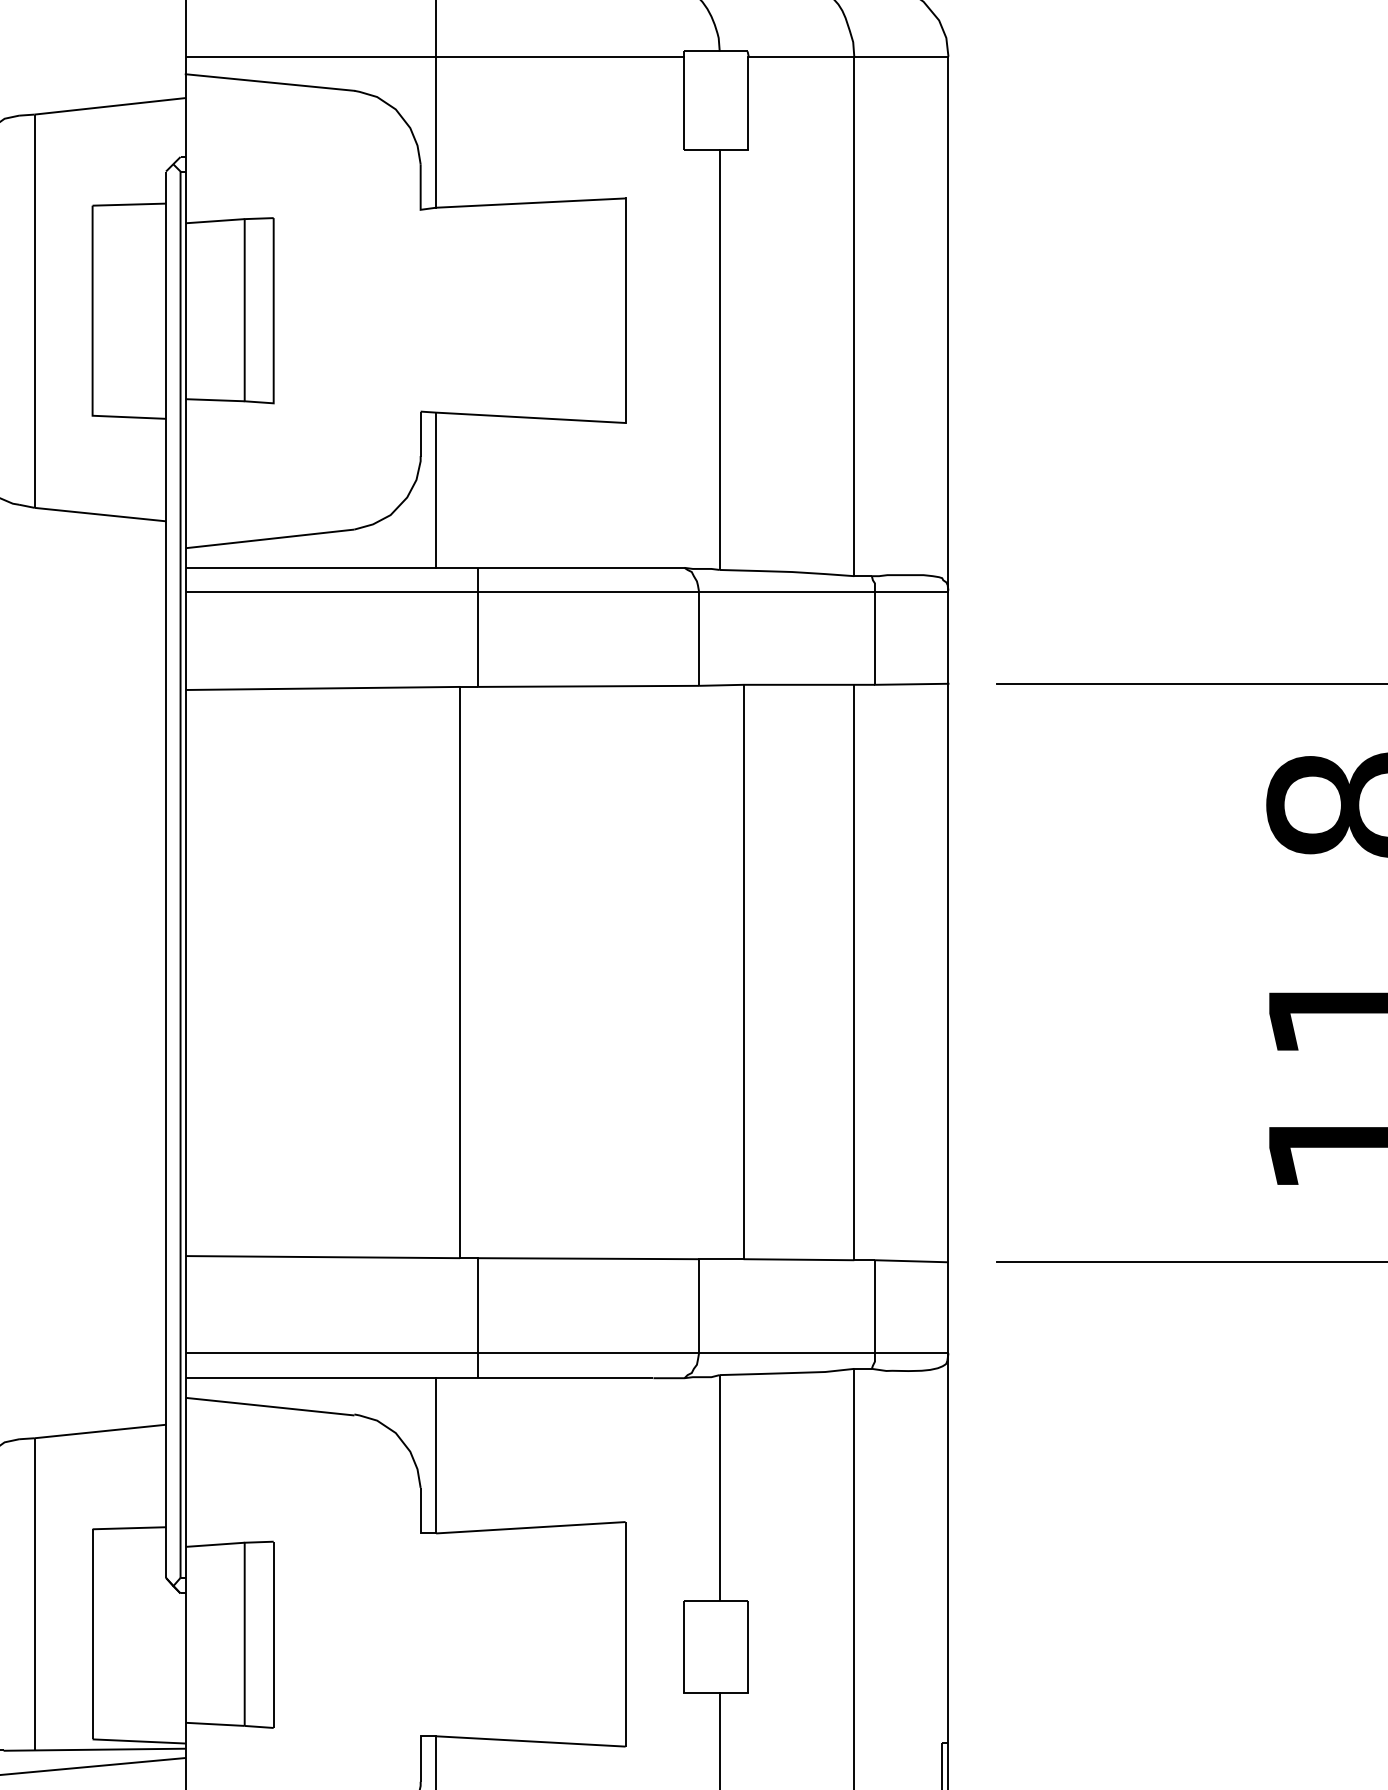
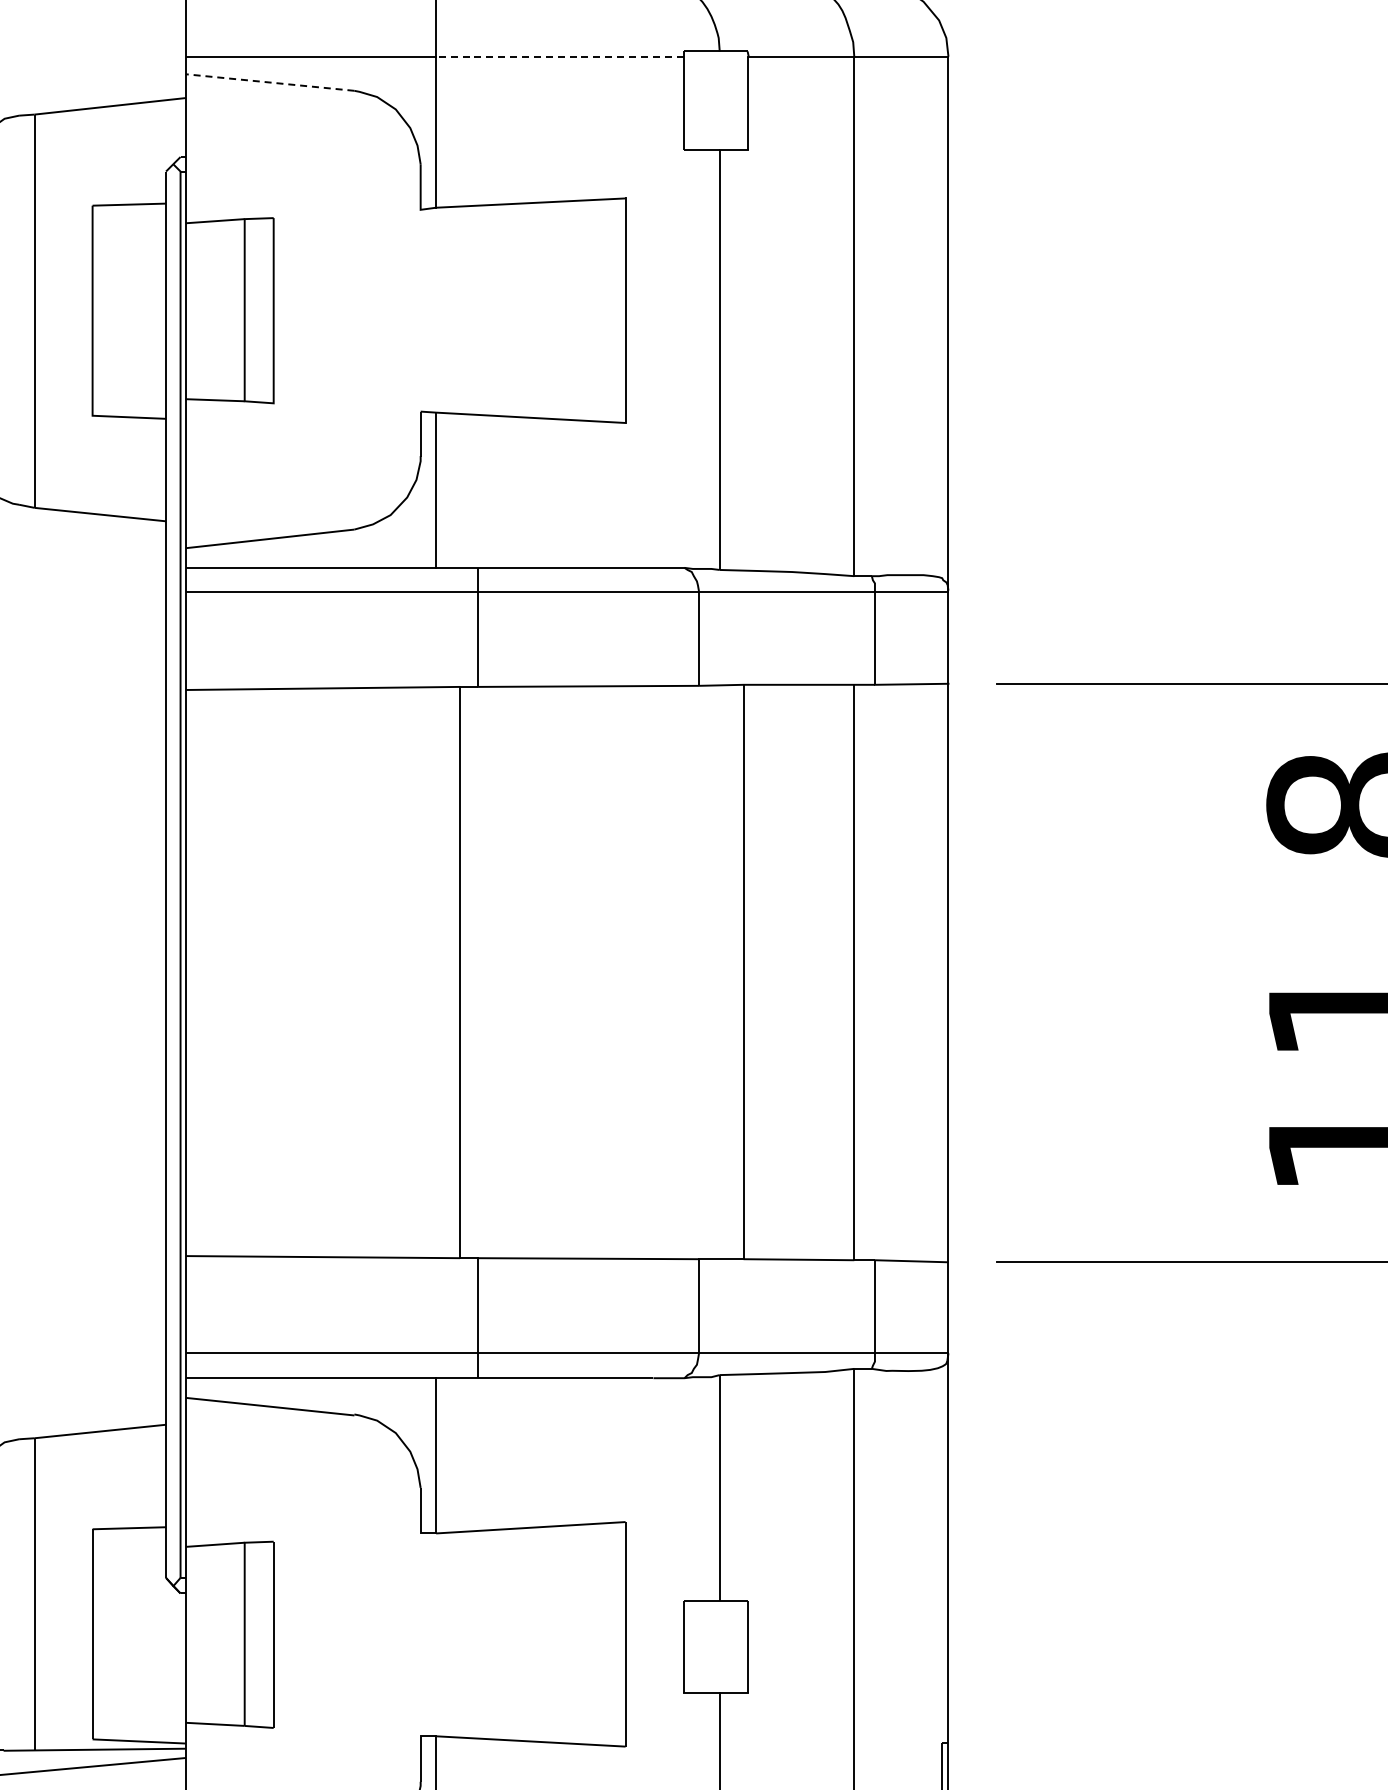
line at (559, 56): solid -> dashed
line at (270, 82): solid -> dashed
